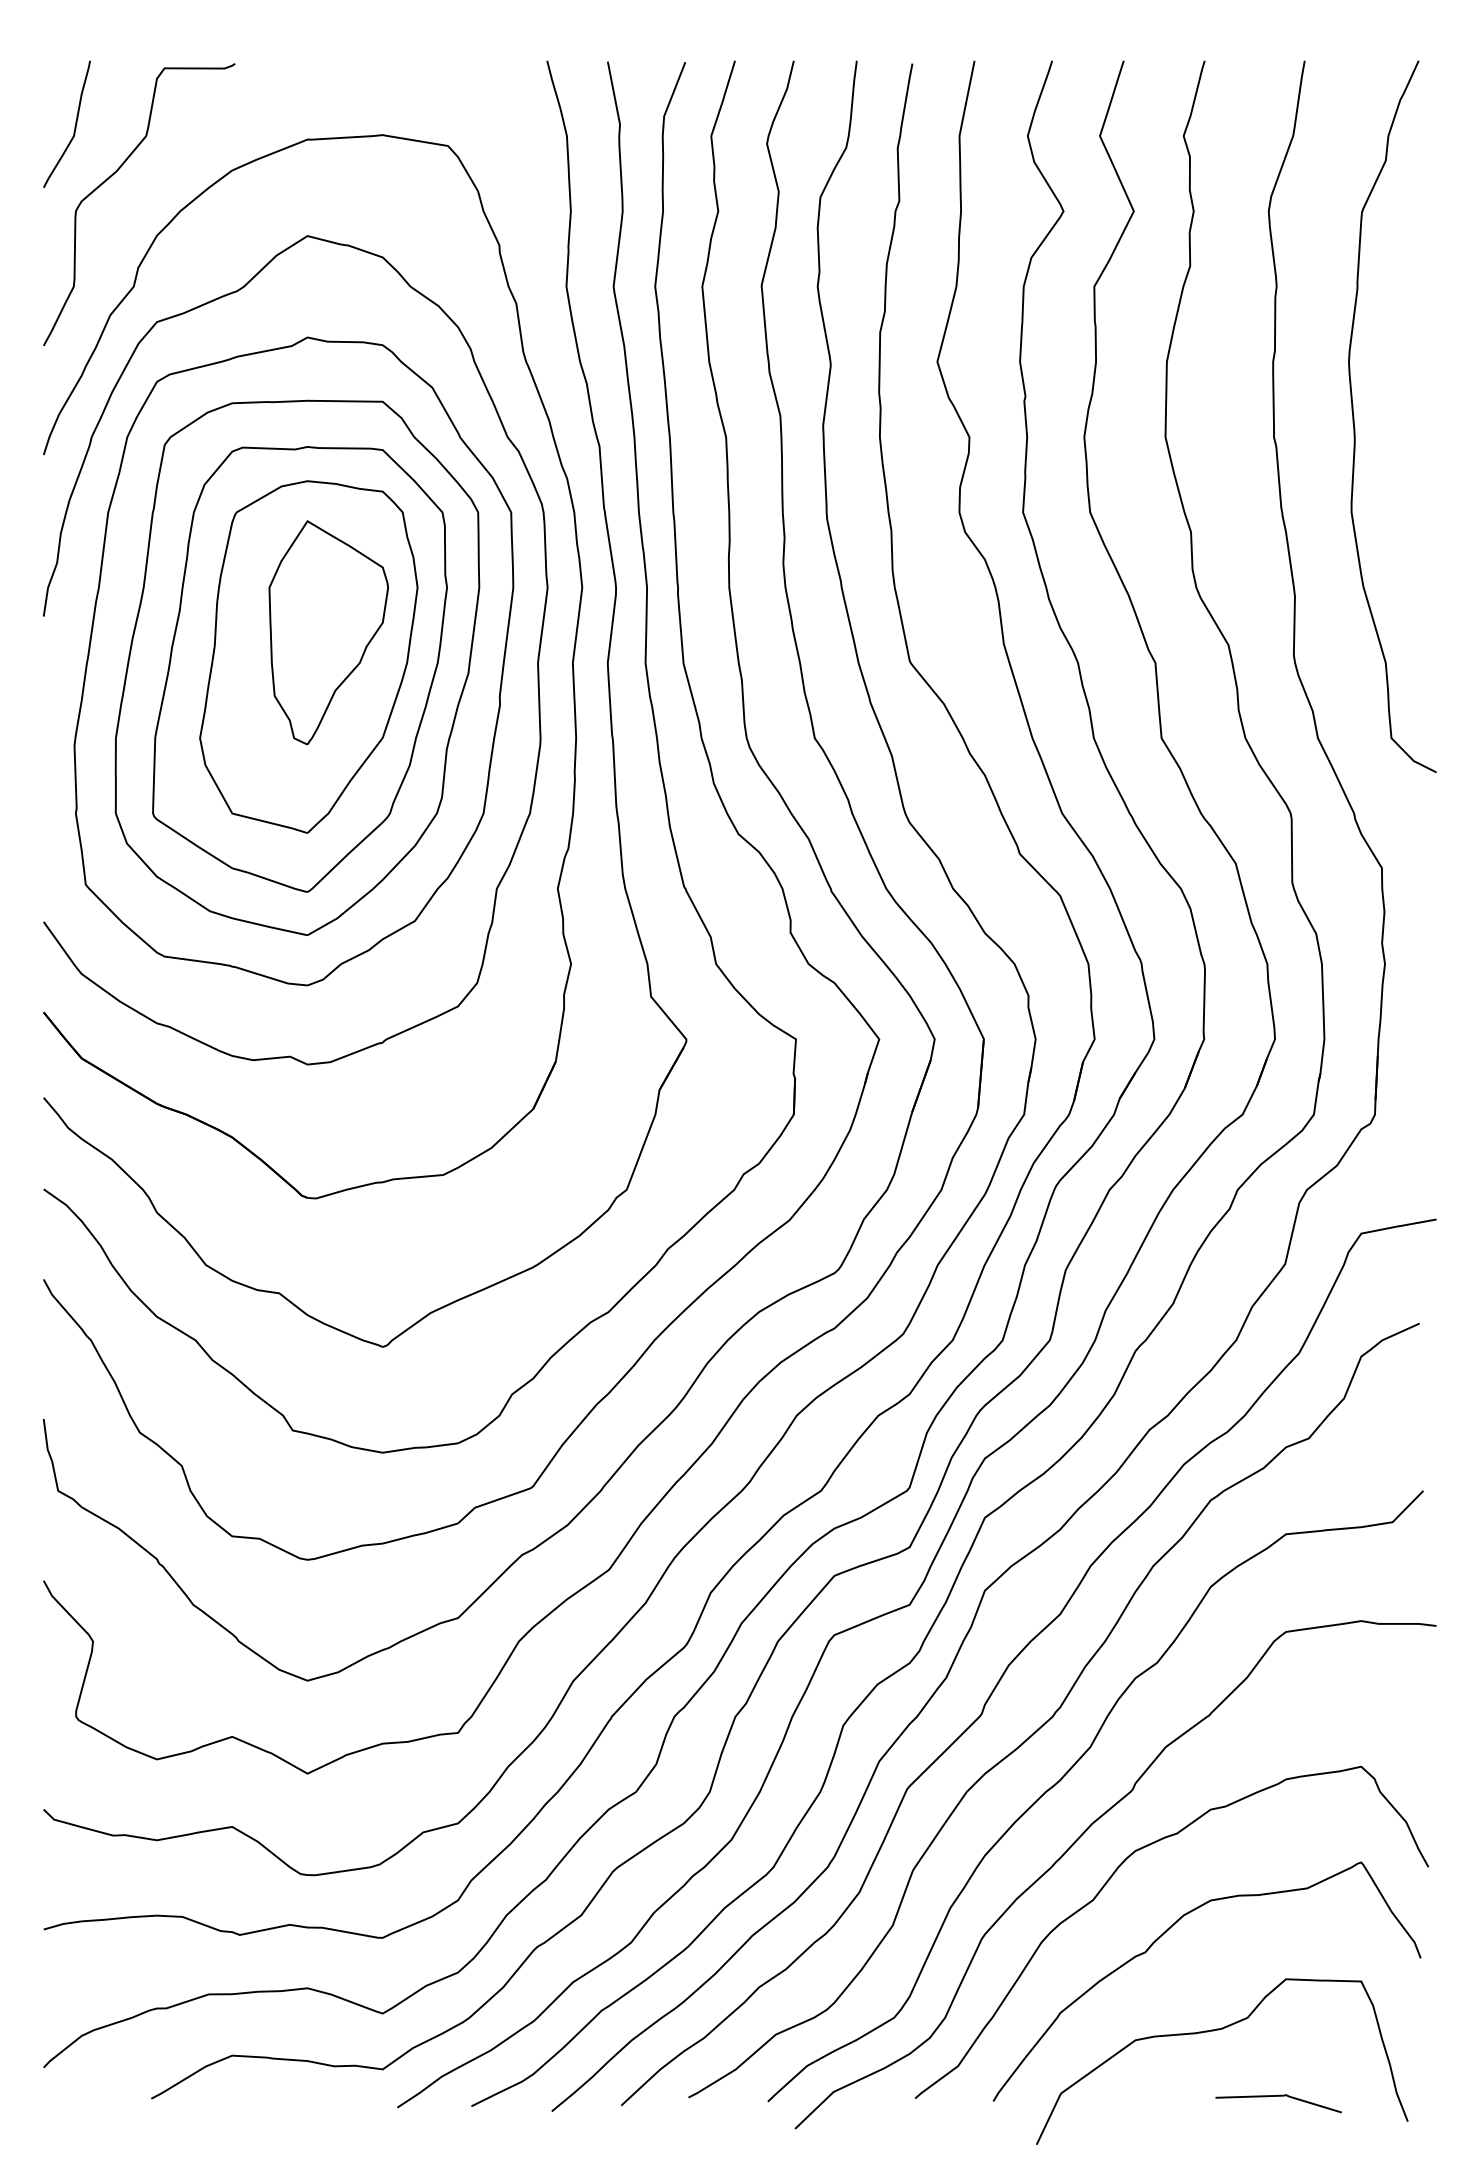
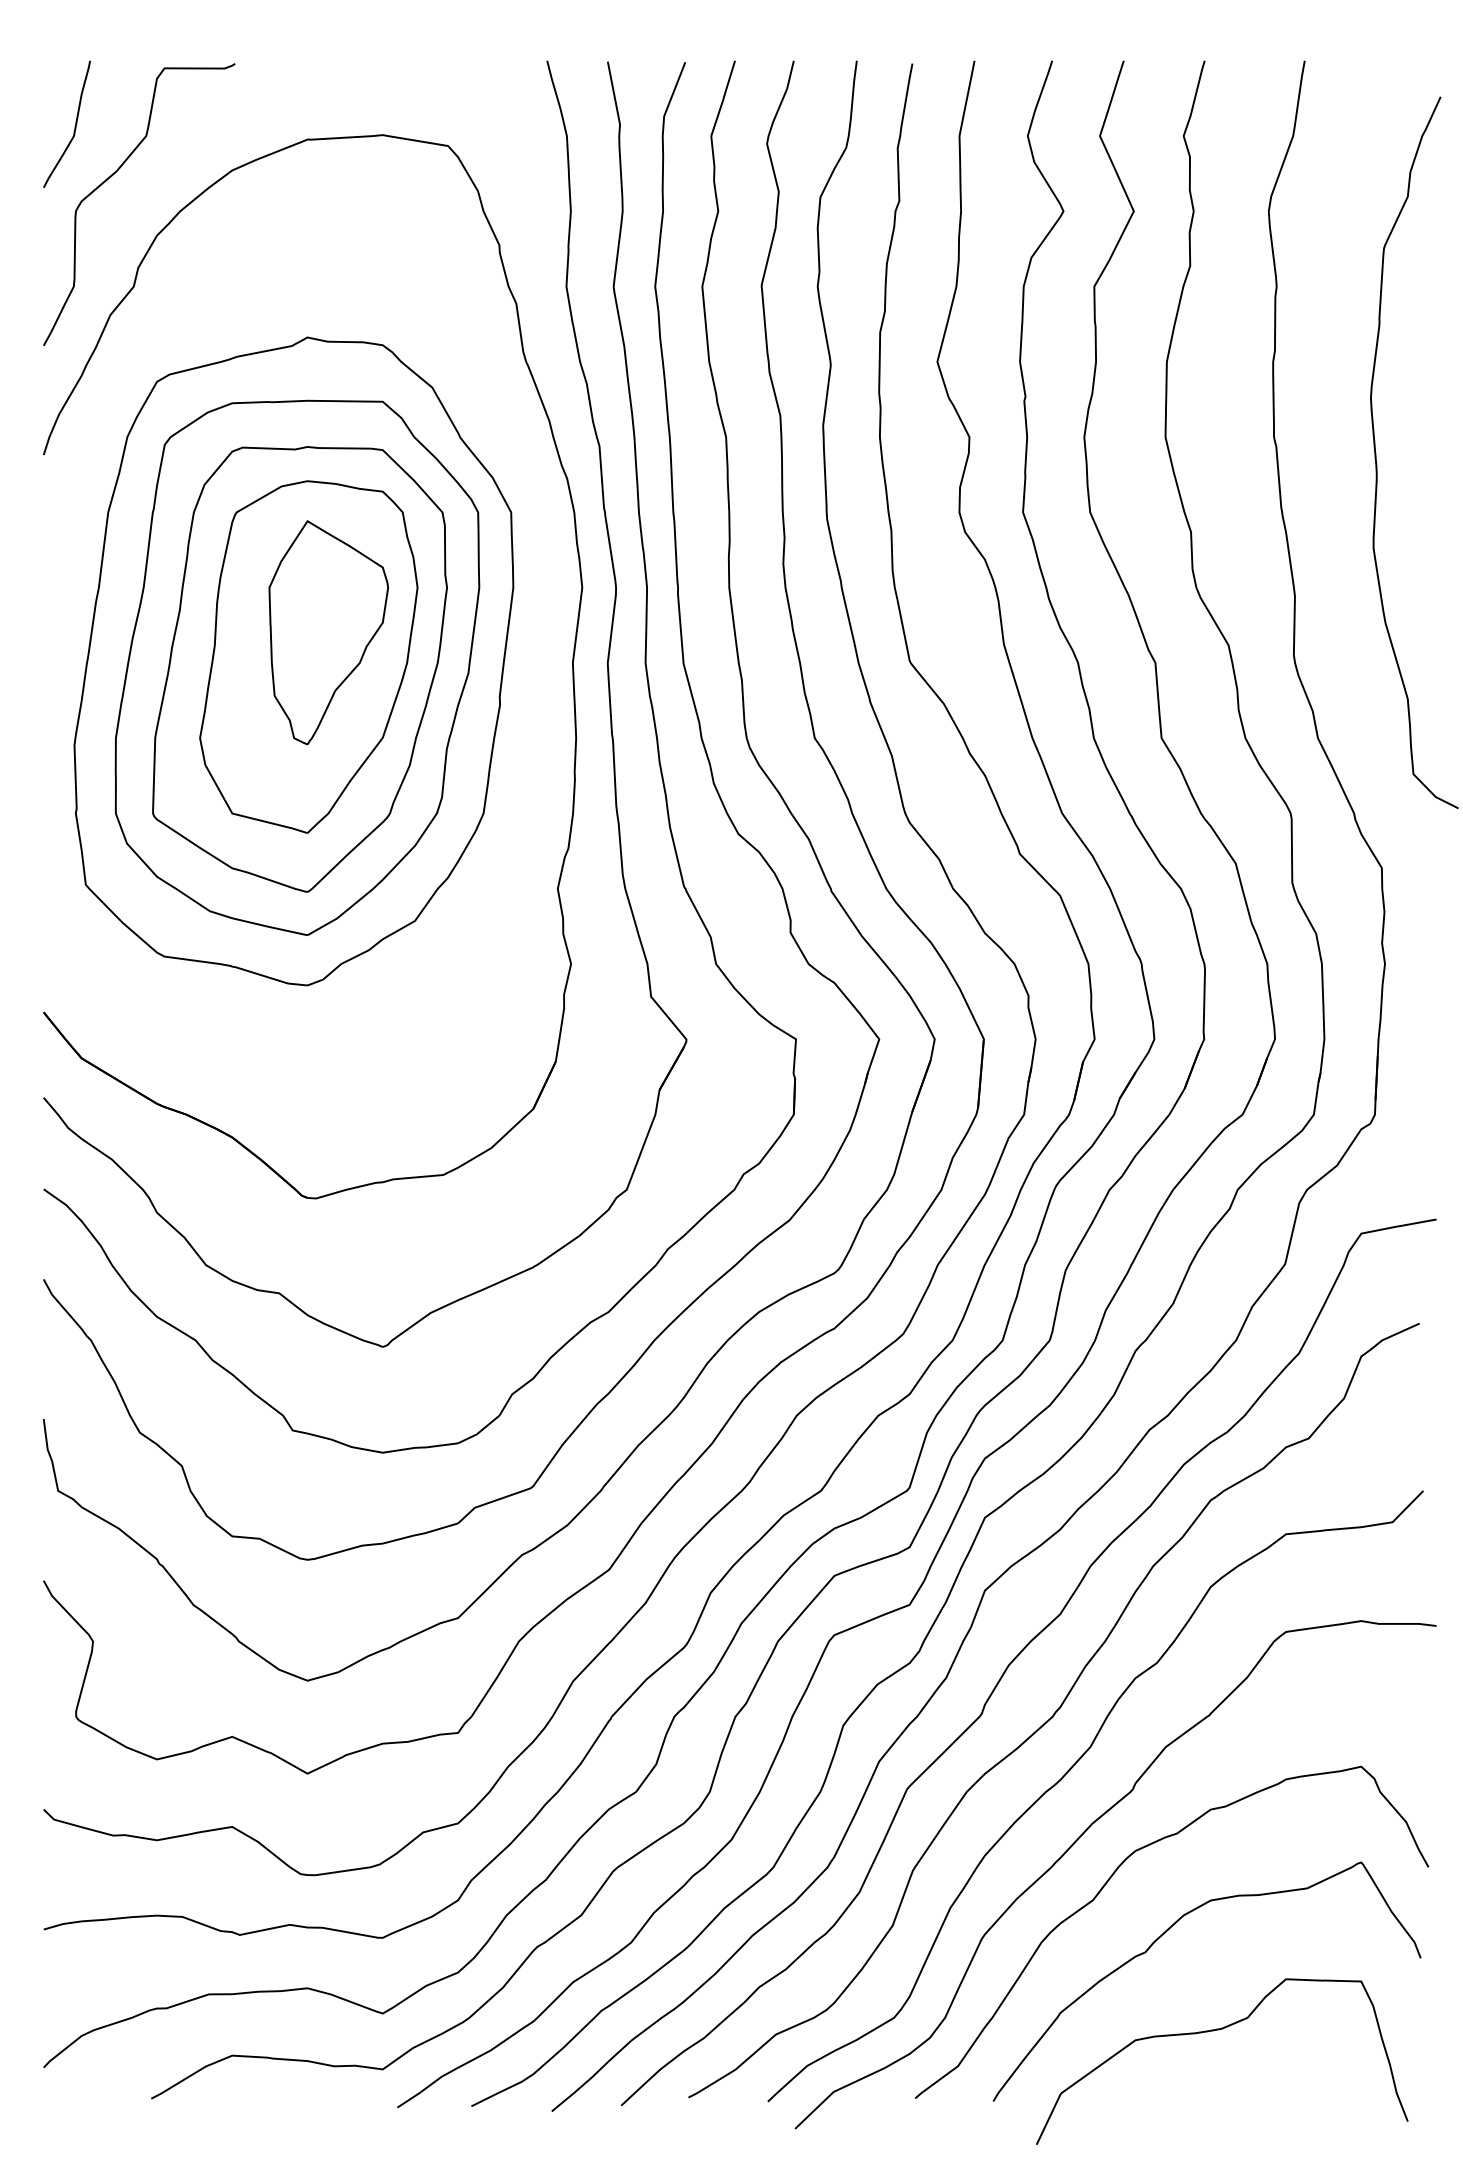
curve at (1354, 416) position: (1354, 416) -> (1376, 452)
part at (537, 656): present -> none
line at (1278, 2096): present -> none
